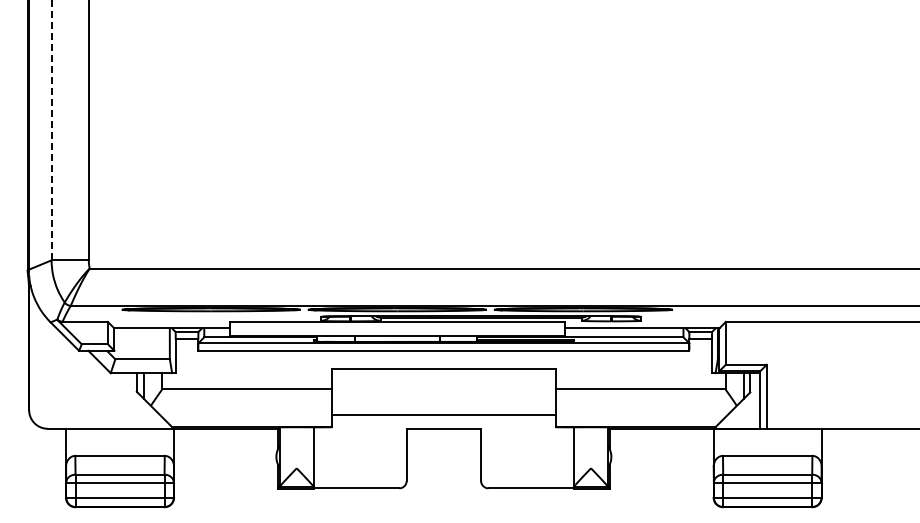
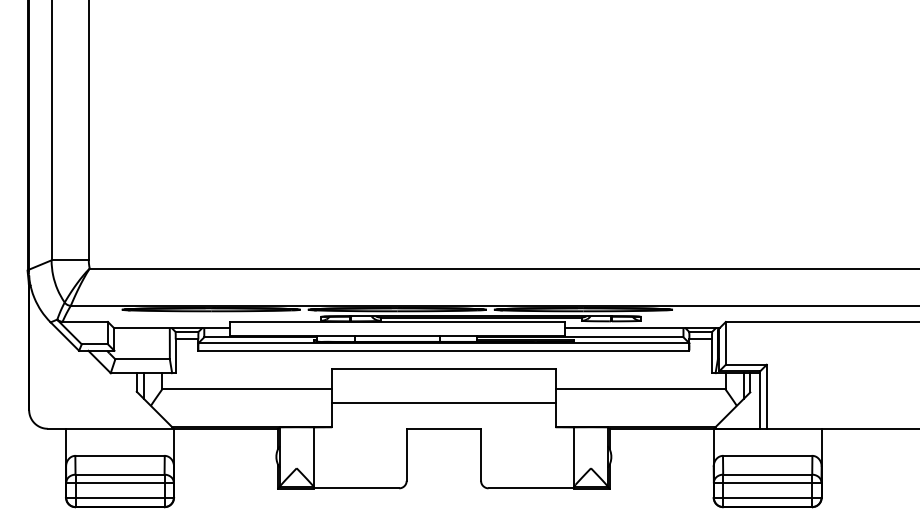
line at (51, 130): dashed -> solid
line at (443, 414) position: (443, 414) -> (443, 402)
